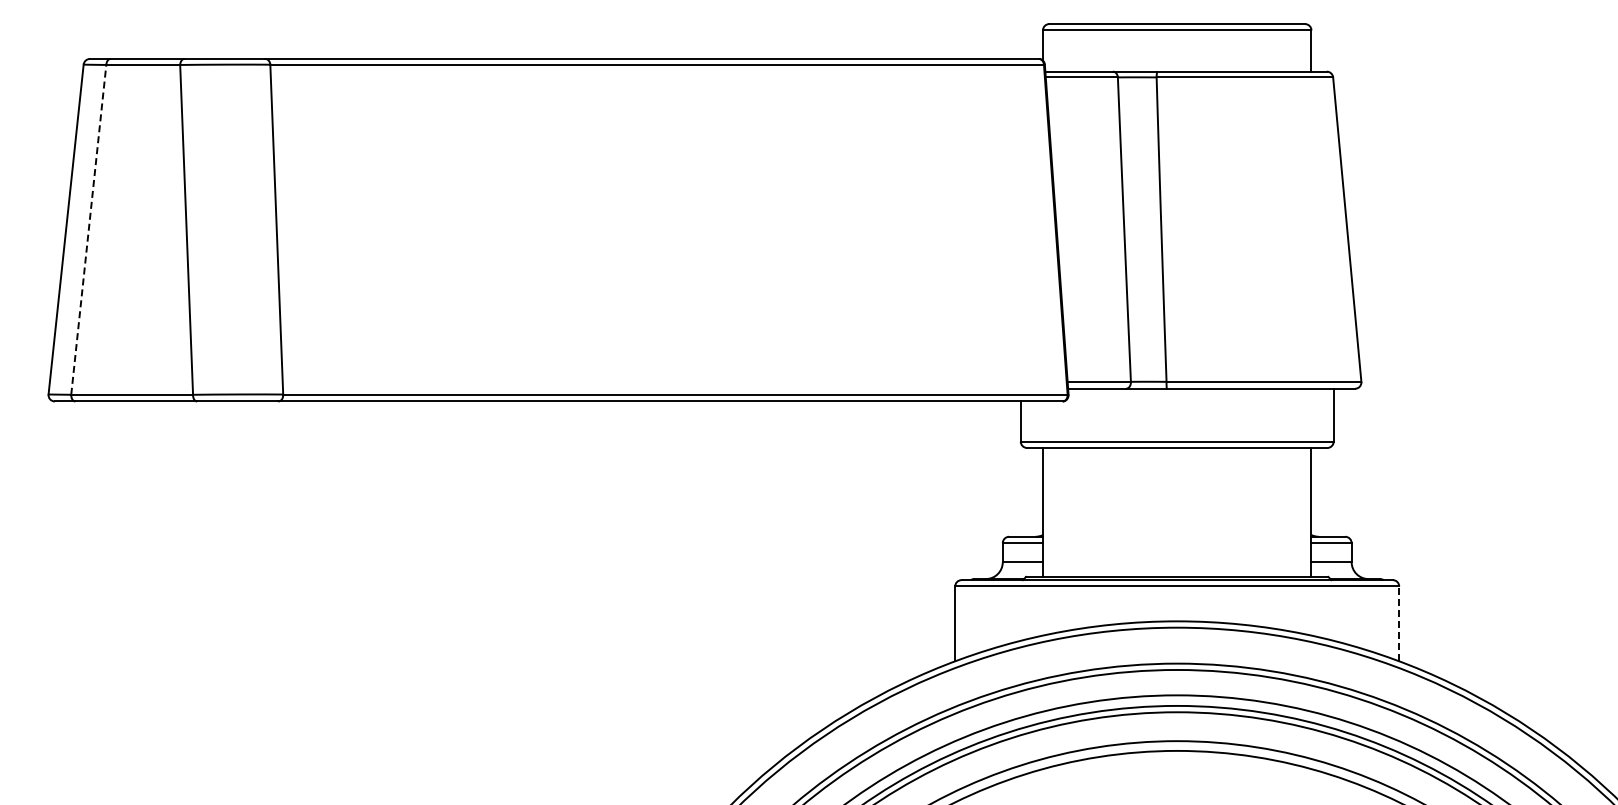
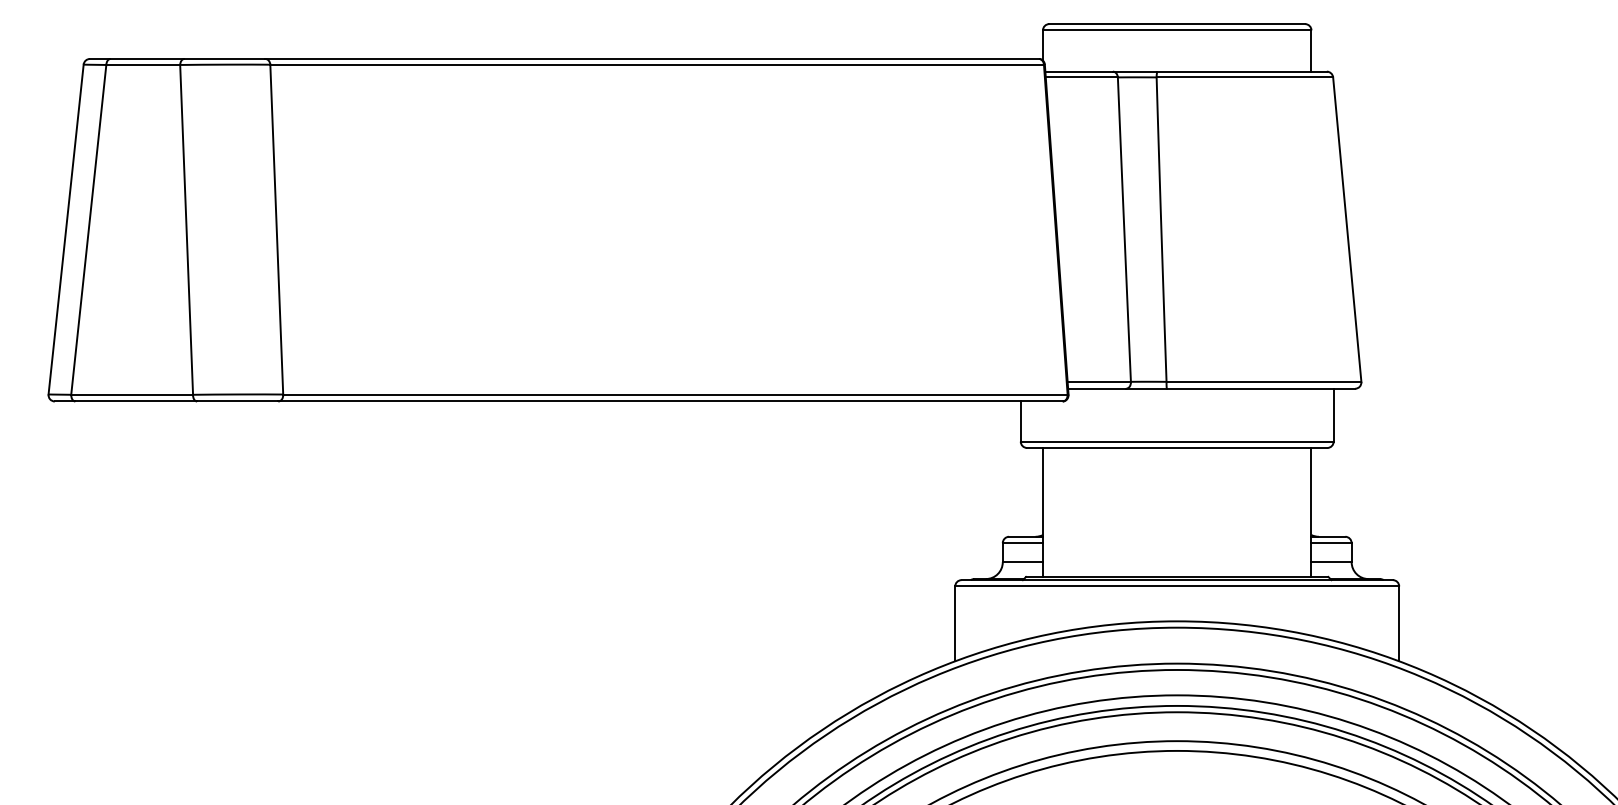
line at (88, 229): dashed -> solid
line at (1399, 623): dashed -> solid
